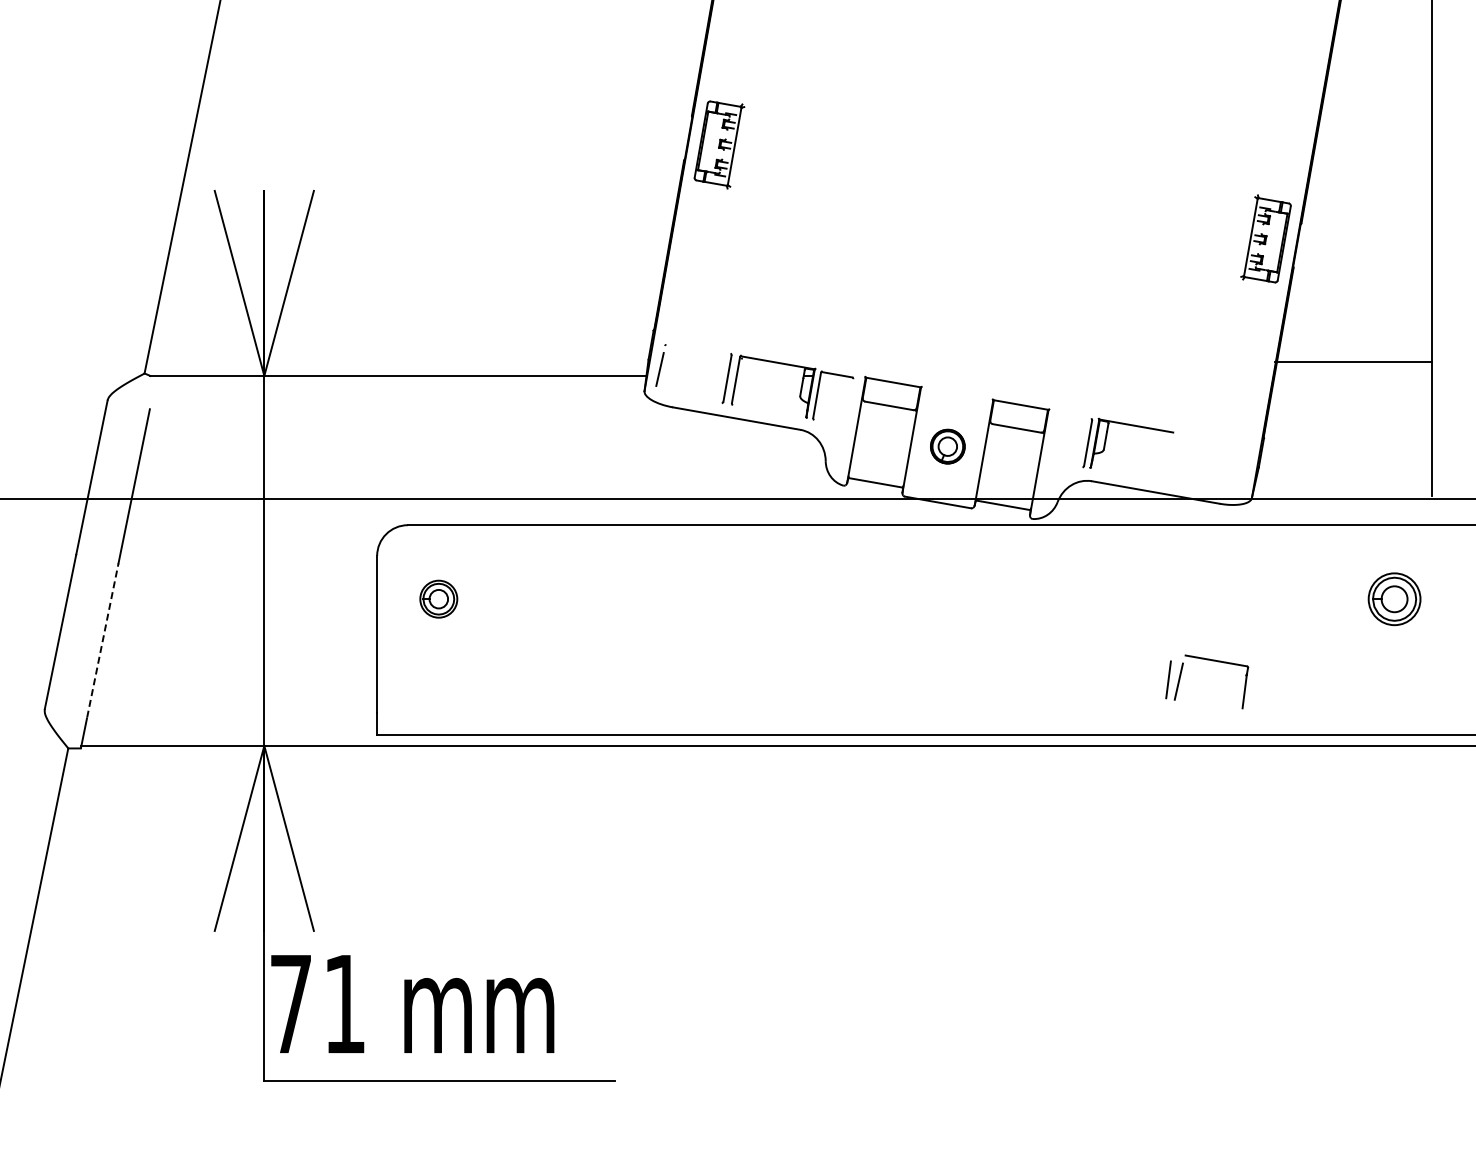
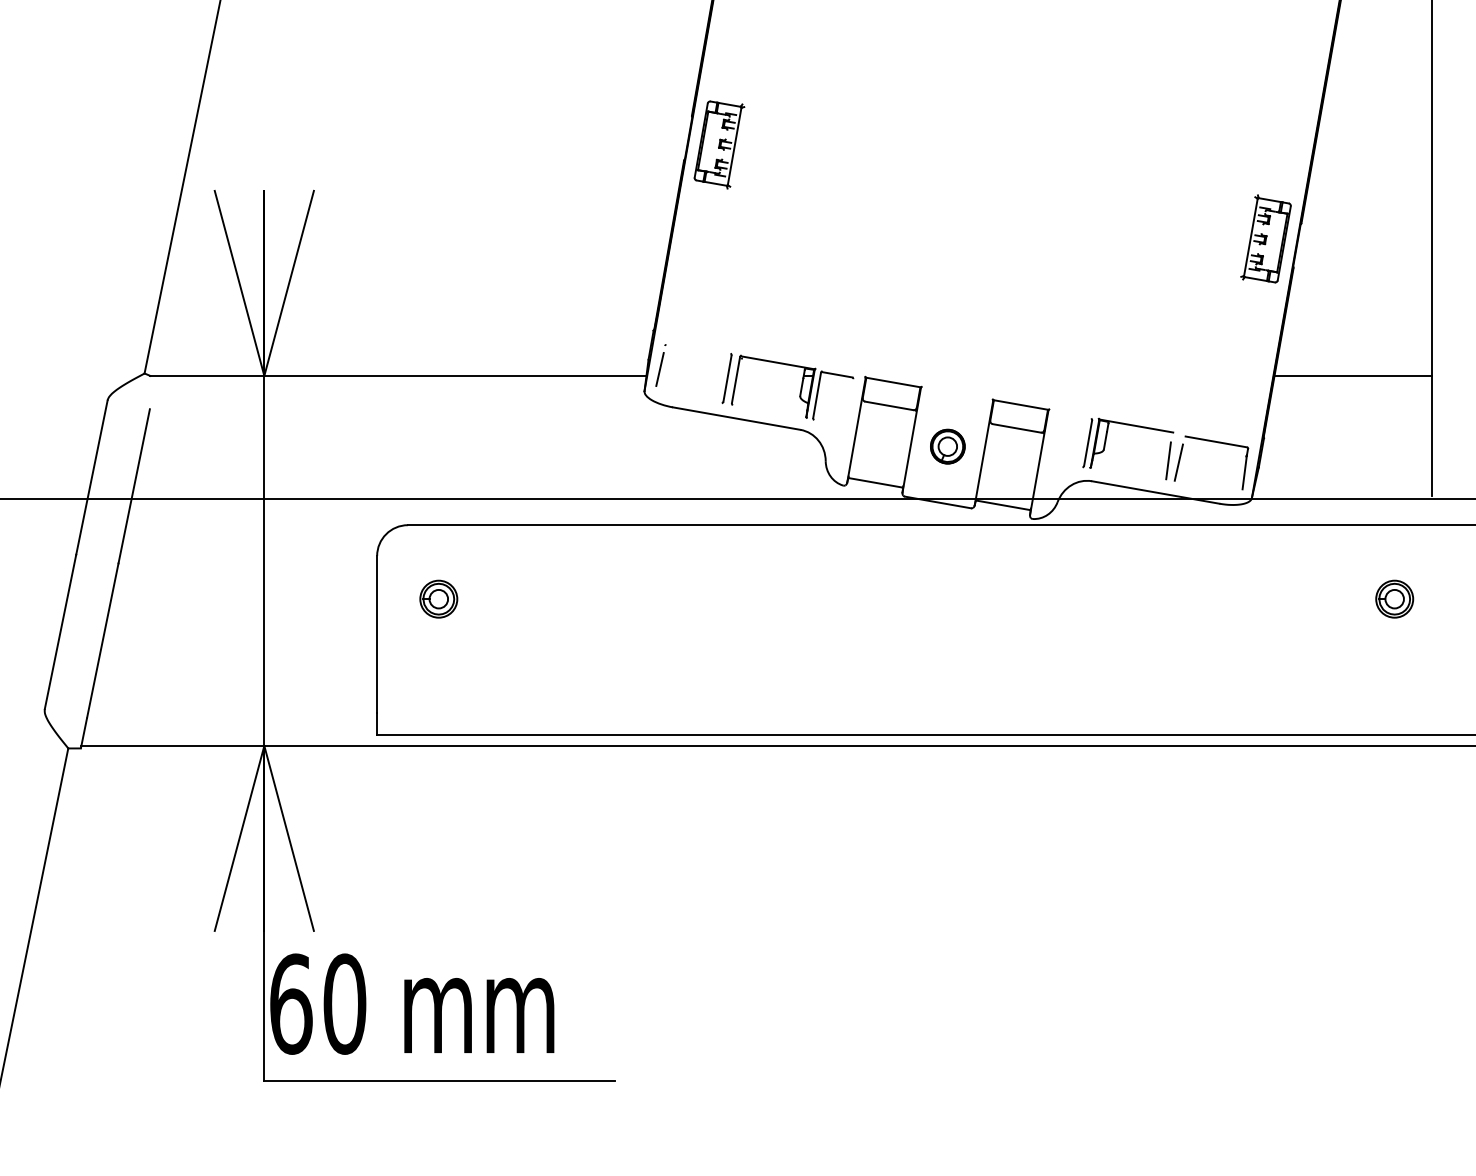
line at (1352, 361) position: (1352, 361) -> (1352, 375)
part at (1394, 599) size: 55x55 px -> 40x40 px
line at (102, 640): dashed -> solid
part at (1212, 661) position: (1212, 661) -> (1212, 442)
text at (318, 1003): 71 -> 60
